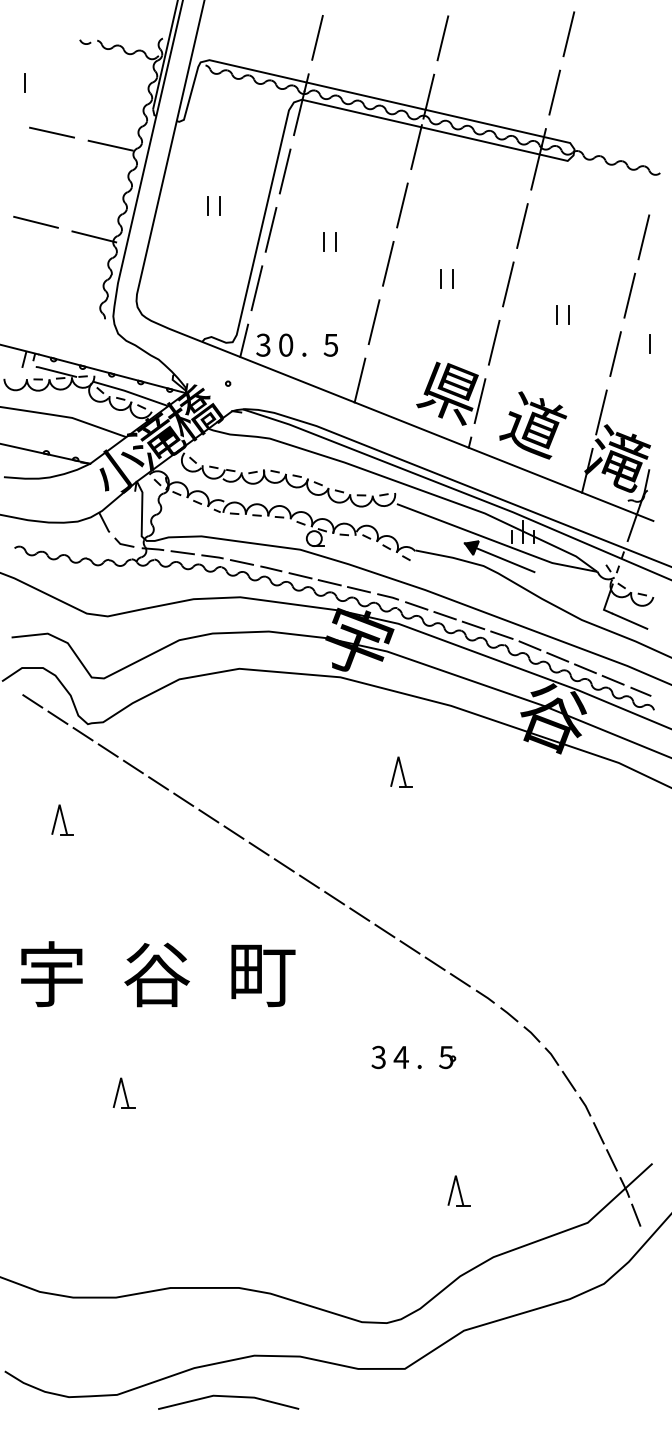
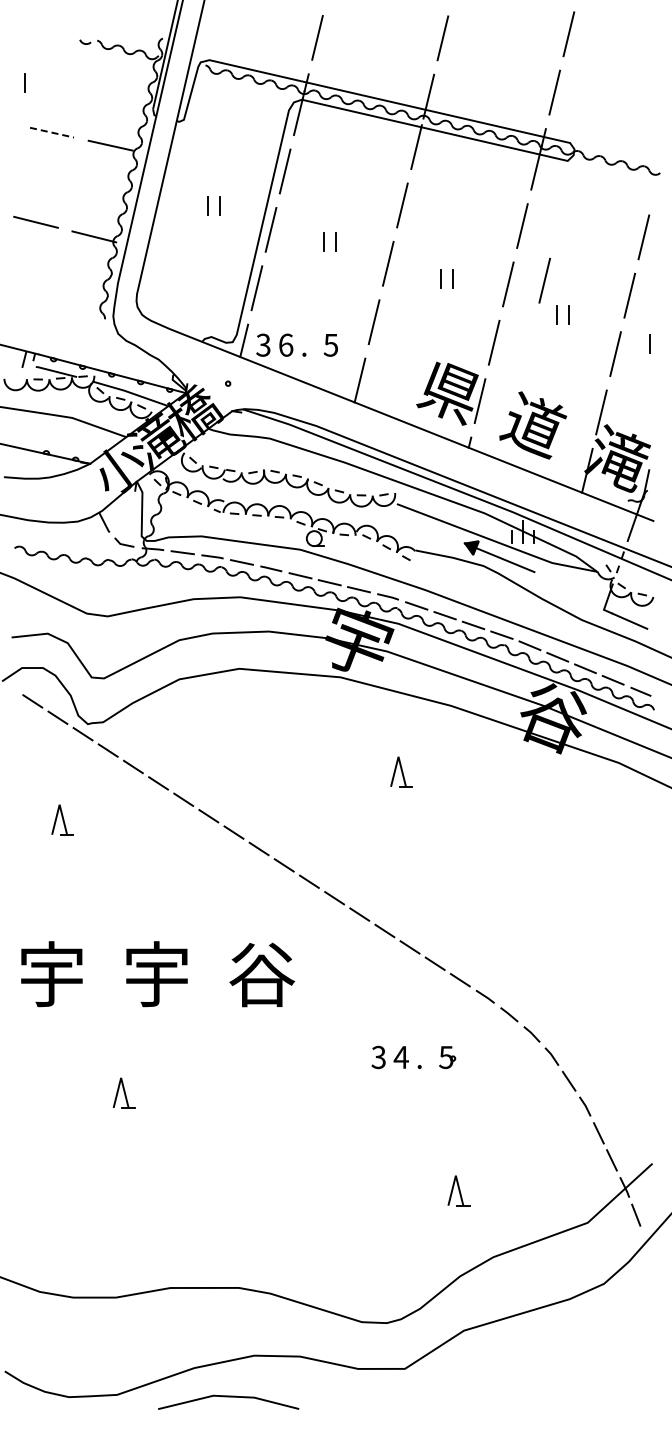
line at (52, 132): solid -> dashed
line at (544, 280): none -> present
text at (286, 344): 0 -> 6
text at (156, 974): 谷 -> 宇
text at (262, 974): 町 -> 谷
